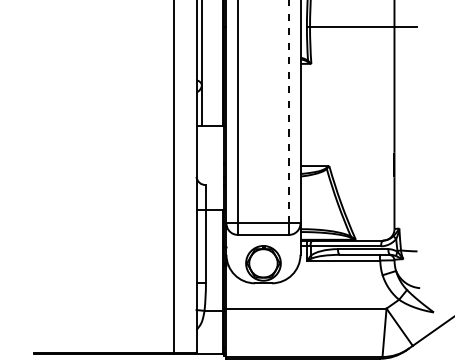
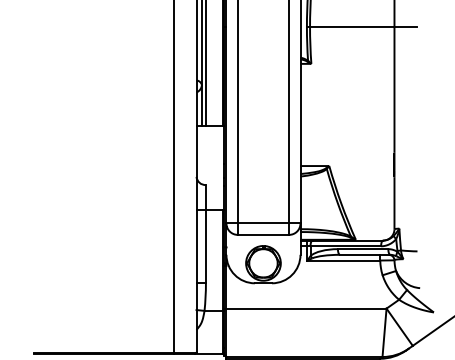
line at (206, 63): none -> present
line at (289, 111): dashed -> solid
